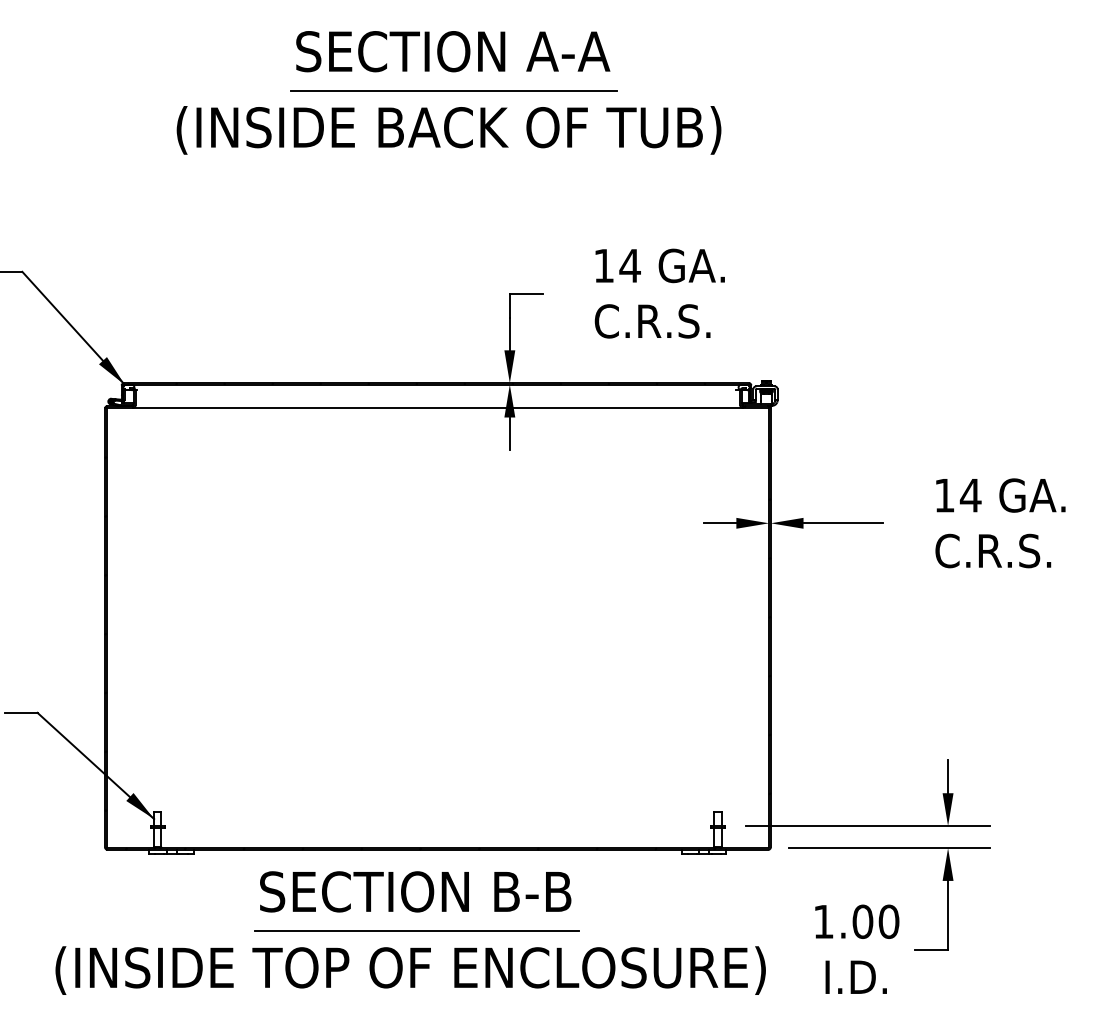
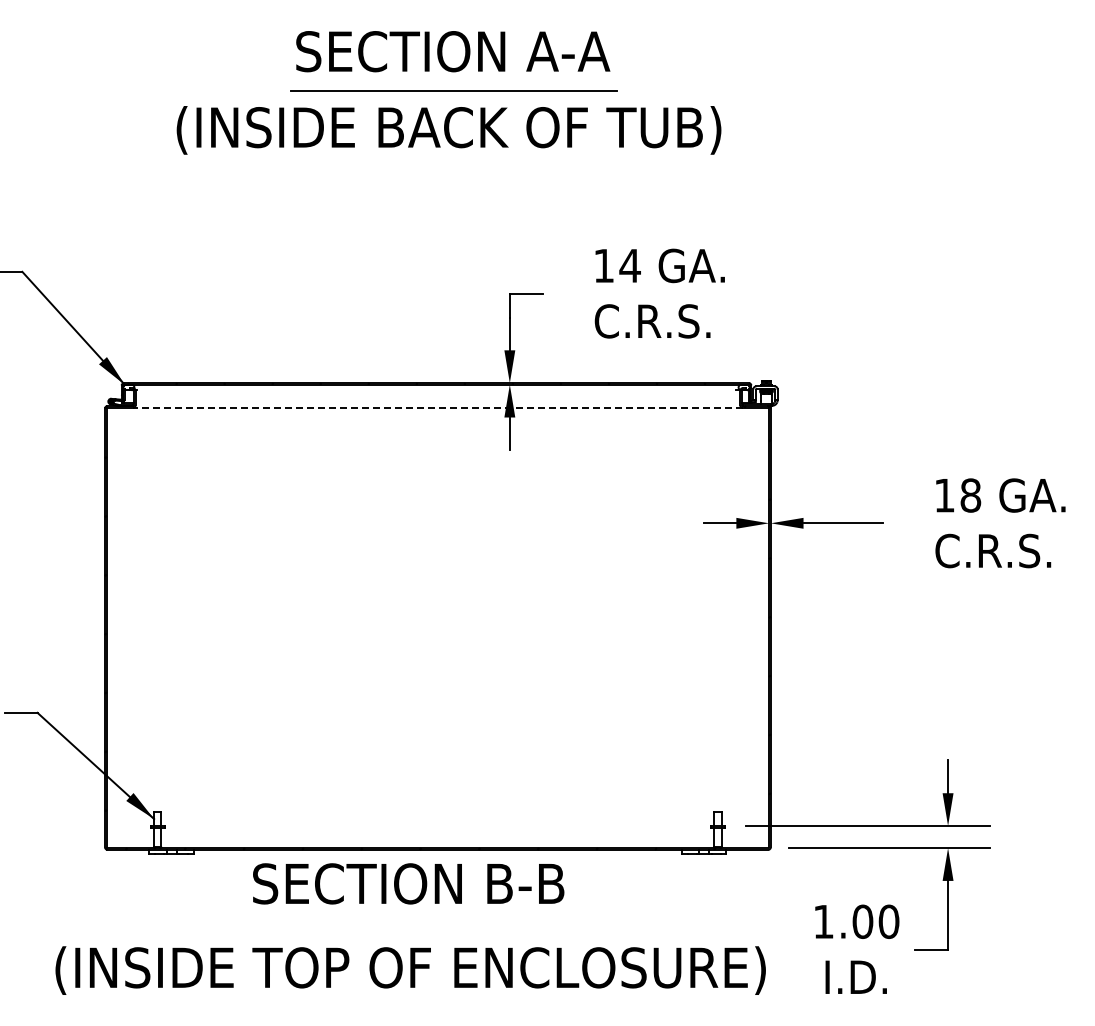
line at (437, 407): solid -> dashed
text at (970, 495): 14 -> 18
text at (415, 891) position: (415, 891) -> (408, 883)
line at (416, 931): present -> none
